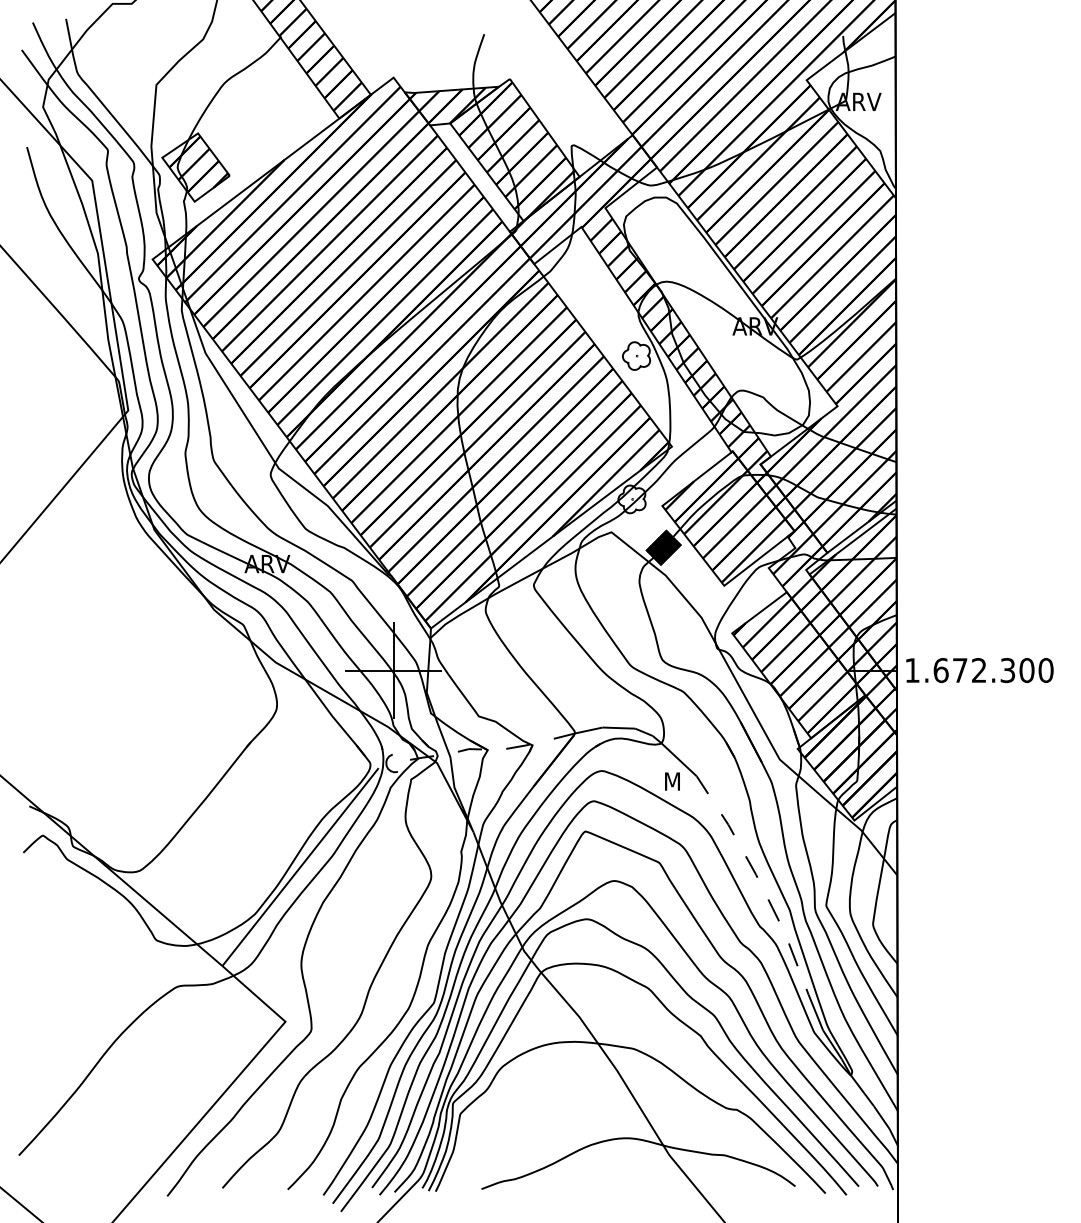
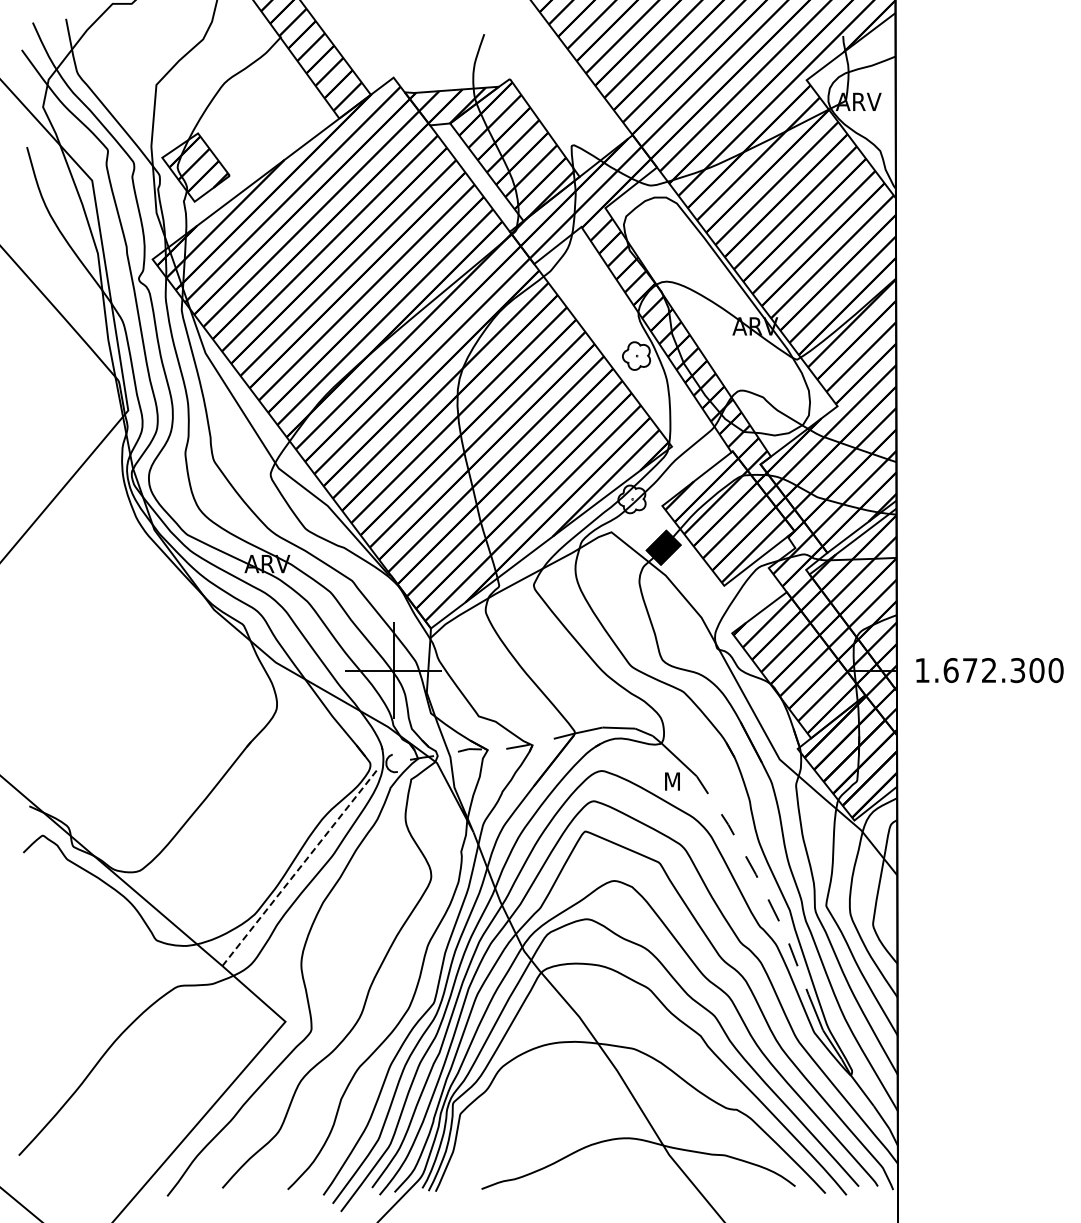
text at (979, 670) position: (979, 670) -> (989, 670)
line at (300, 866): solid -> dashed
